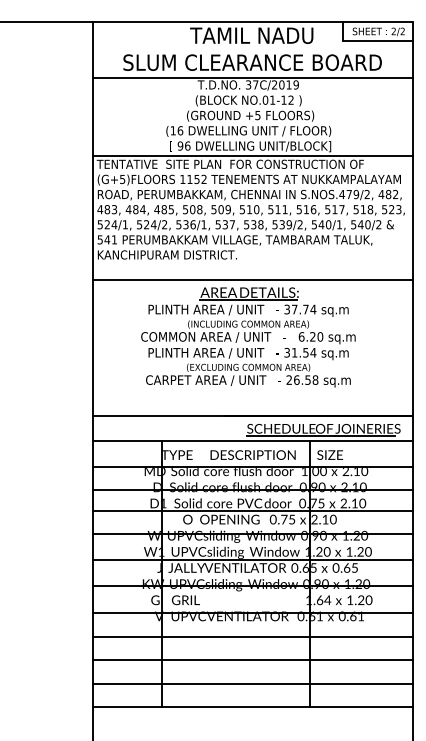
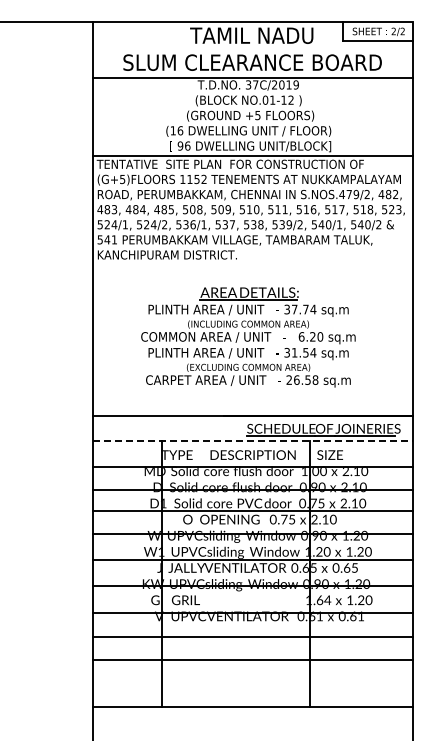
line at (252, 280): present -> none
line at (253, 441): solid -> dashed
line at (252, 683): present -> none
